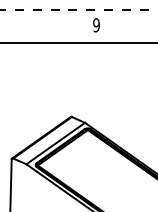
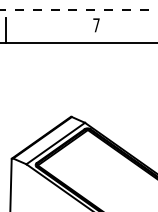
text at (96, 25): 9 -> 7
line at (6, 30): none -> present
